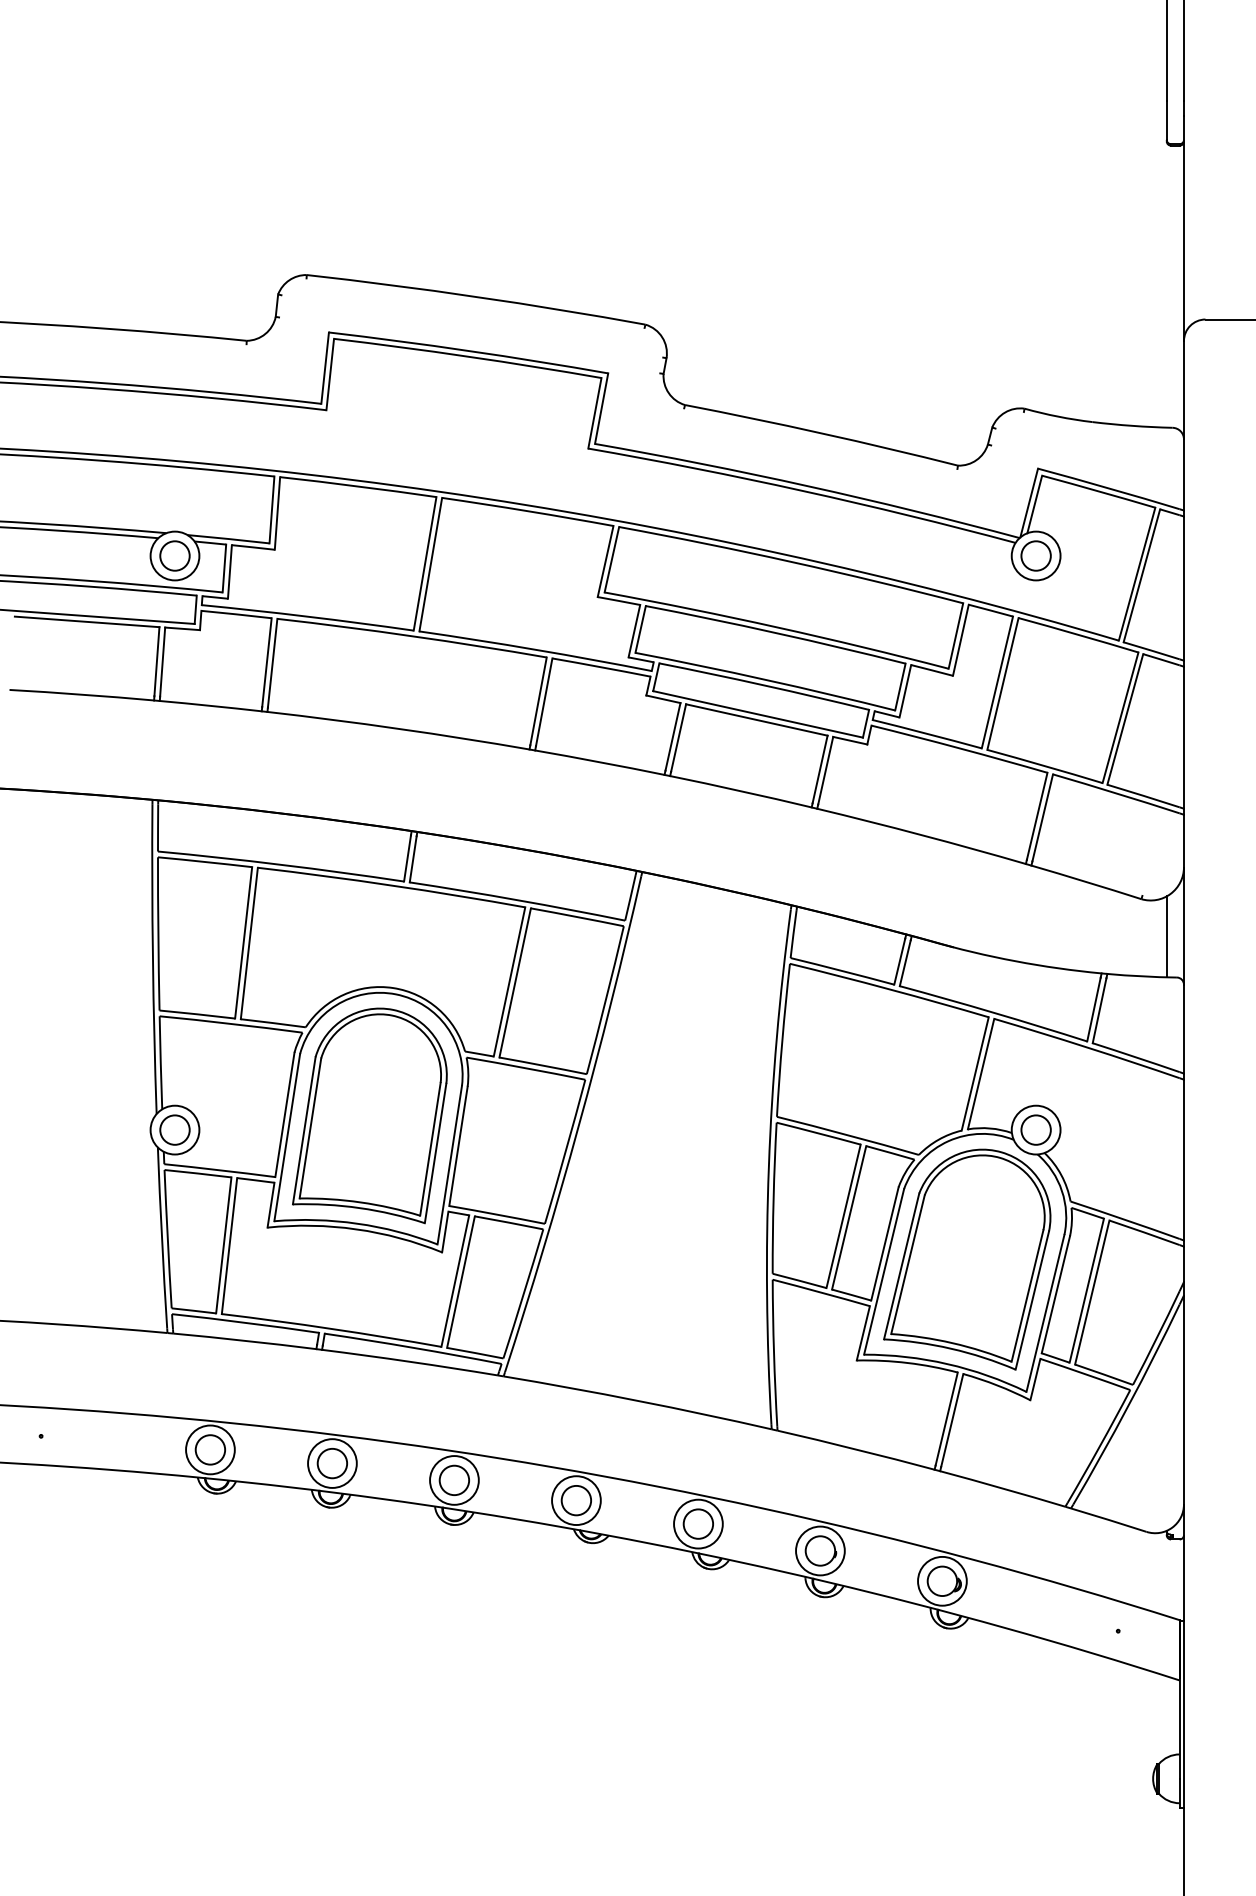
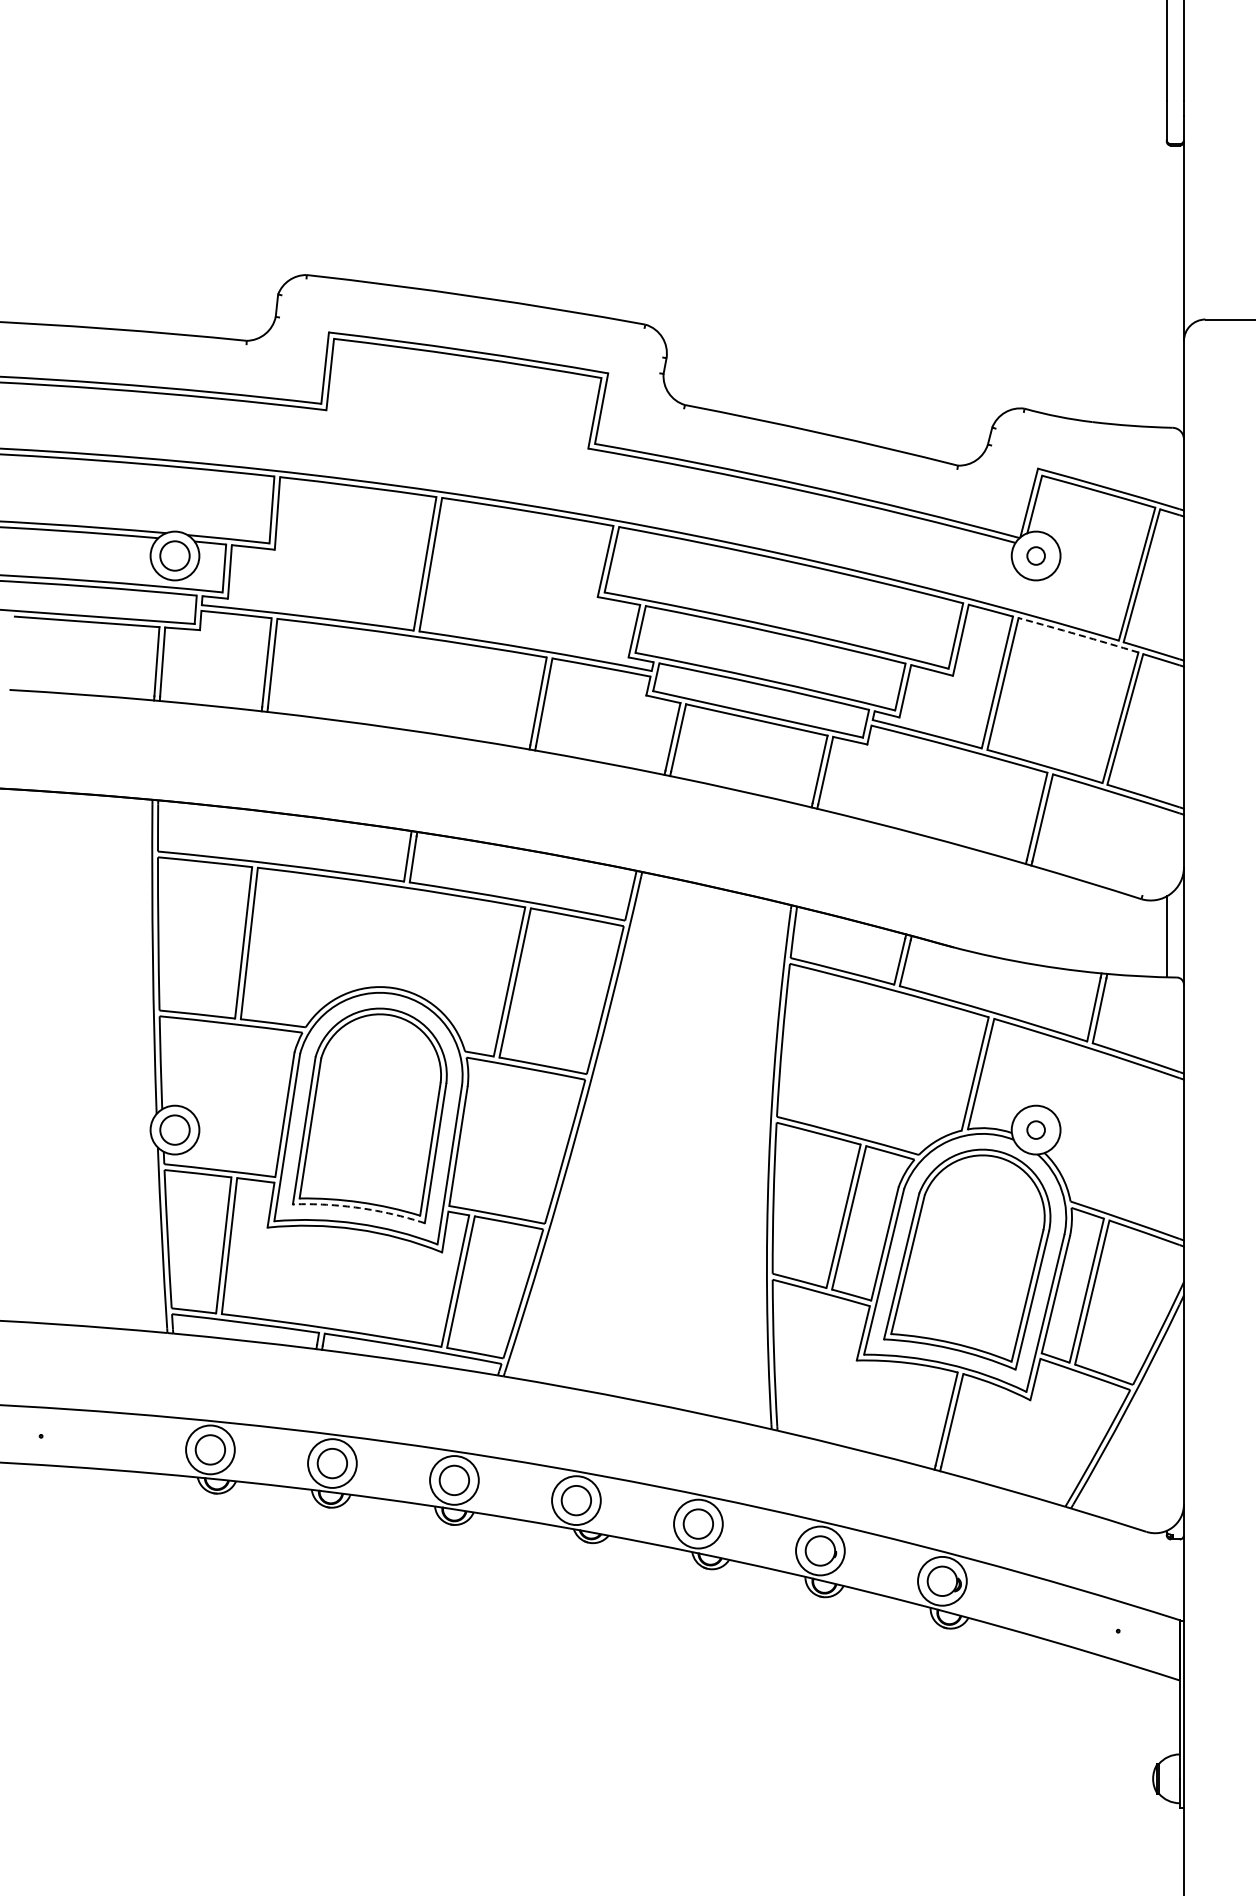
circle at (1035, 555) diameter: 29 px -> 18 px
arc at (1078, 634): solid -> dashed
circle at (1035, 1129) diameter: 29 px -> 18 px
arc at (359, 1208): solid -> dashed
